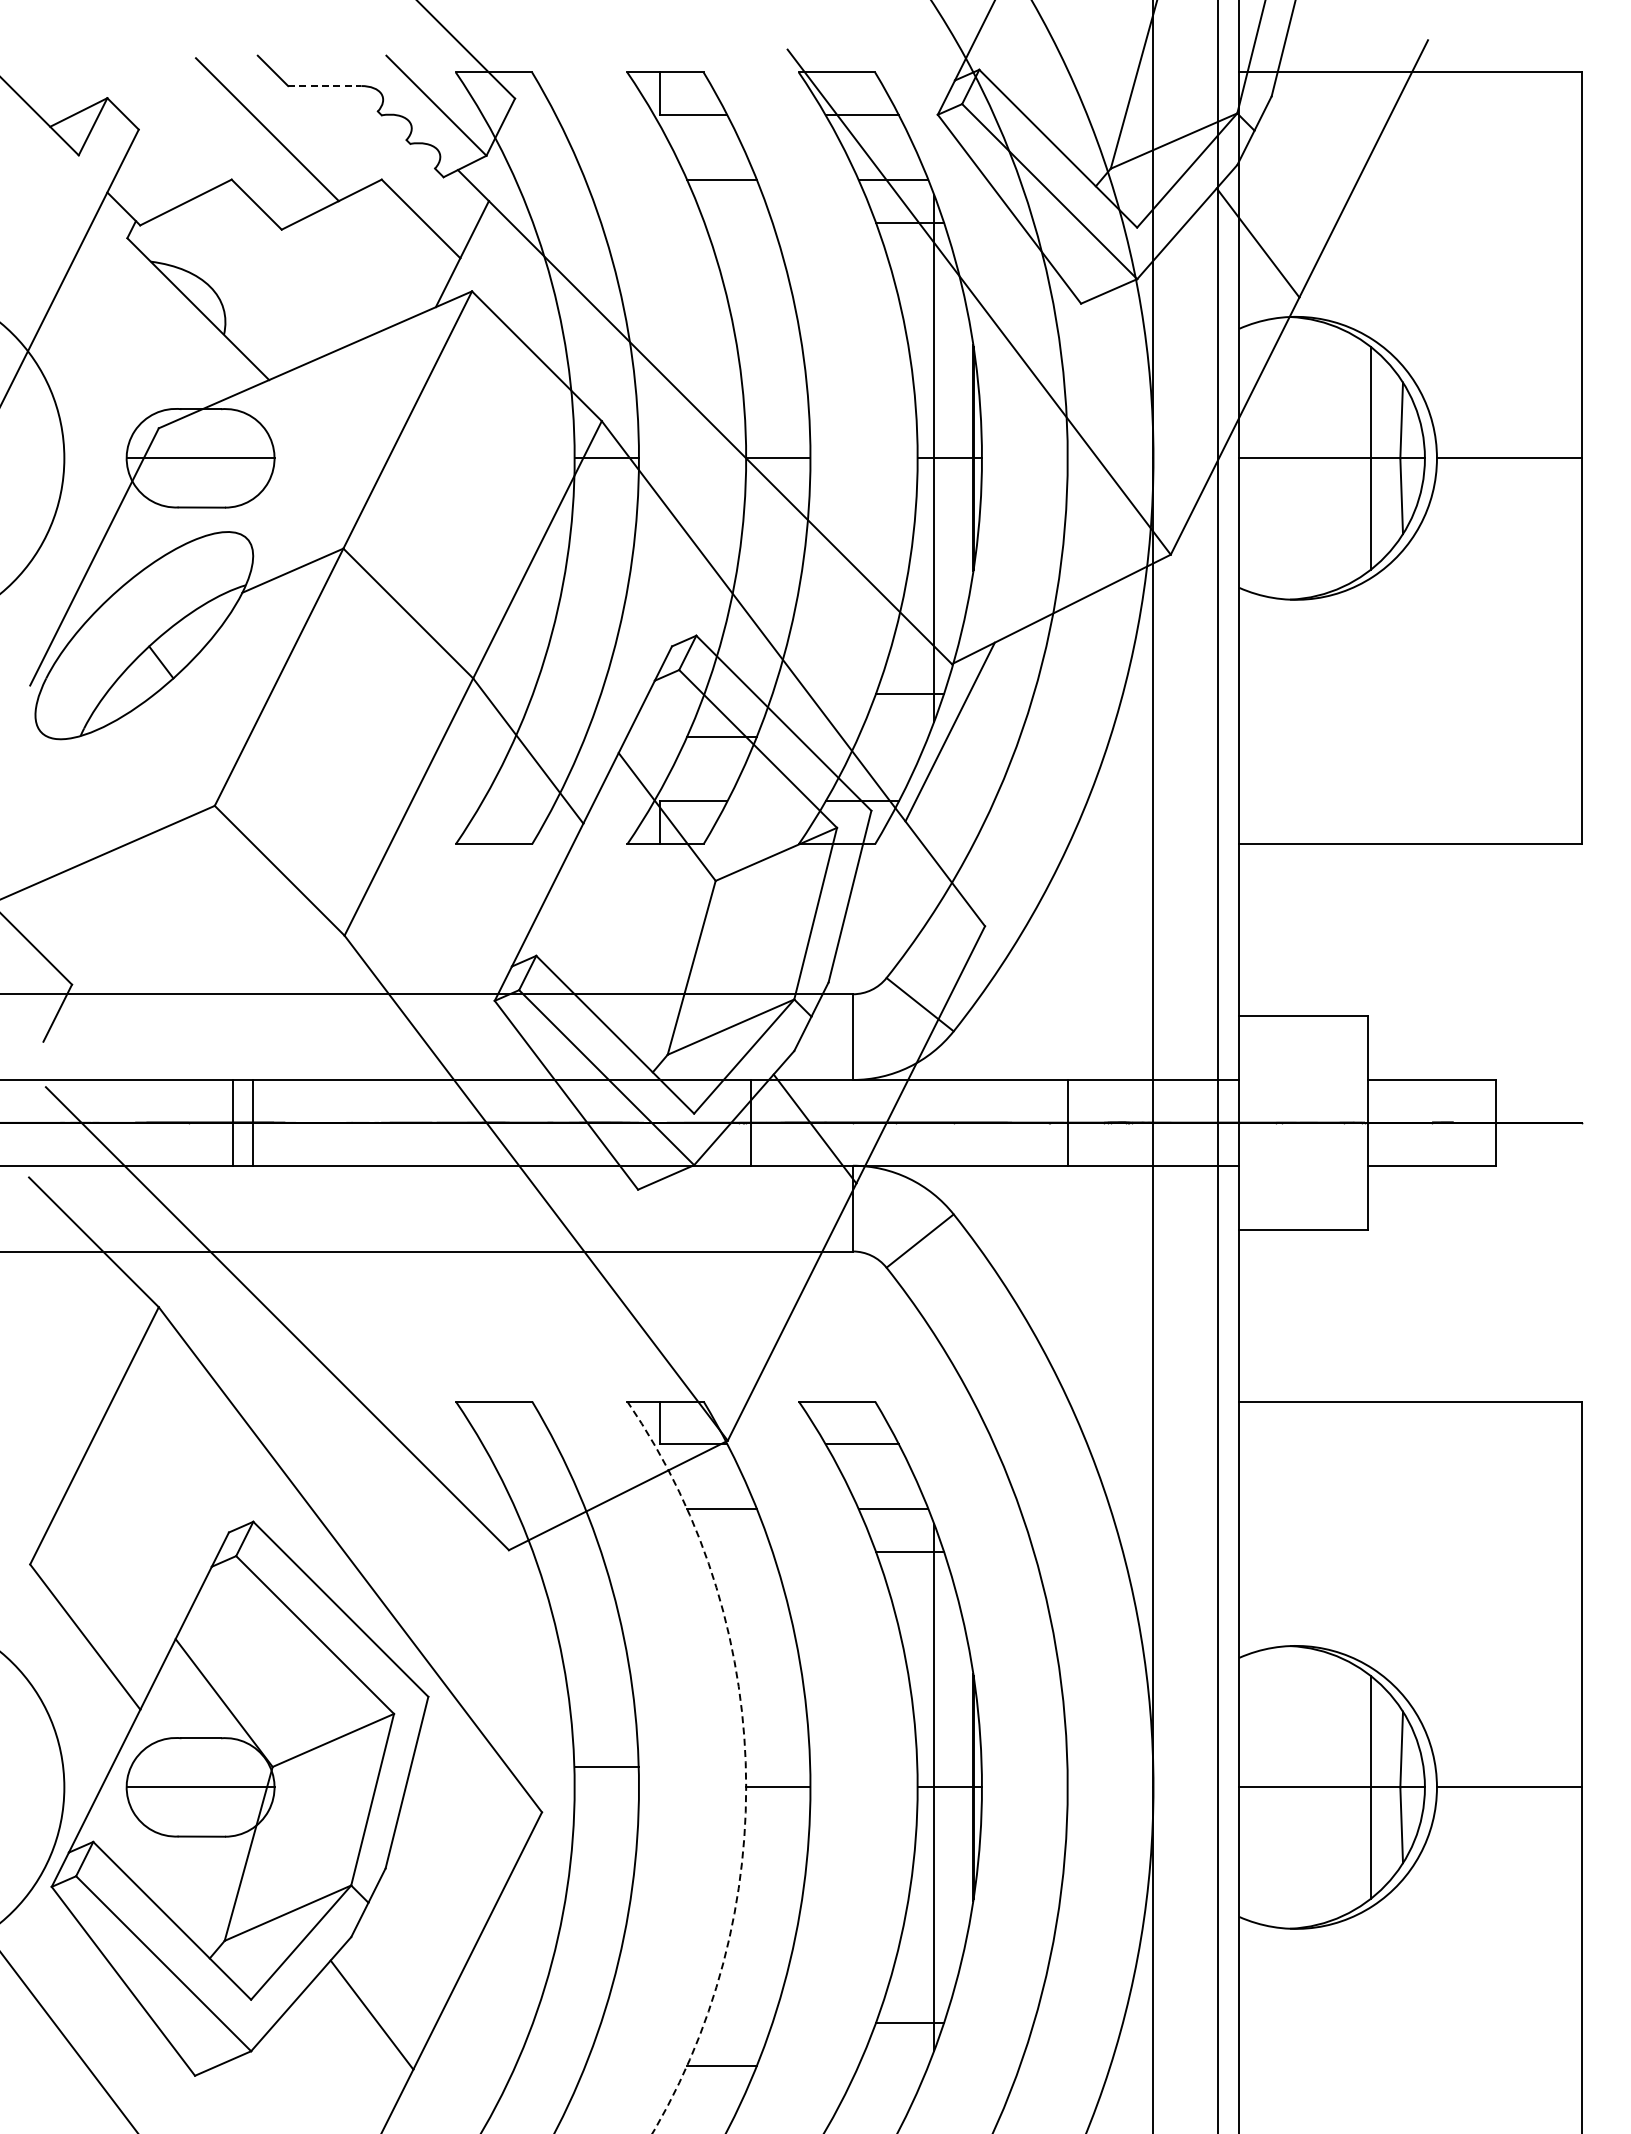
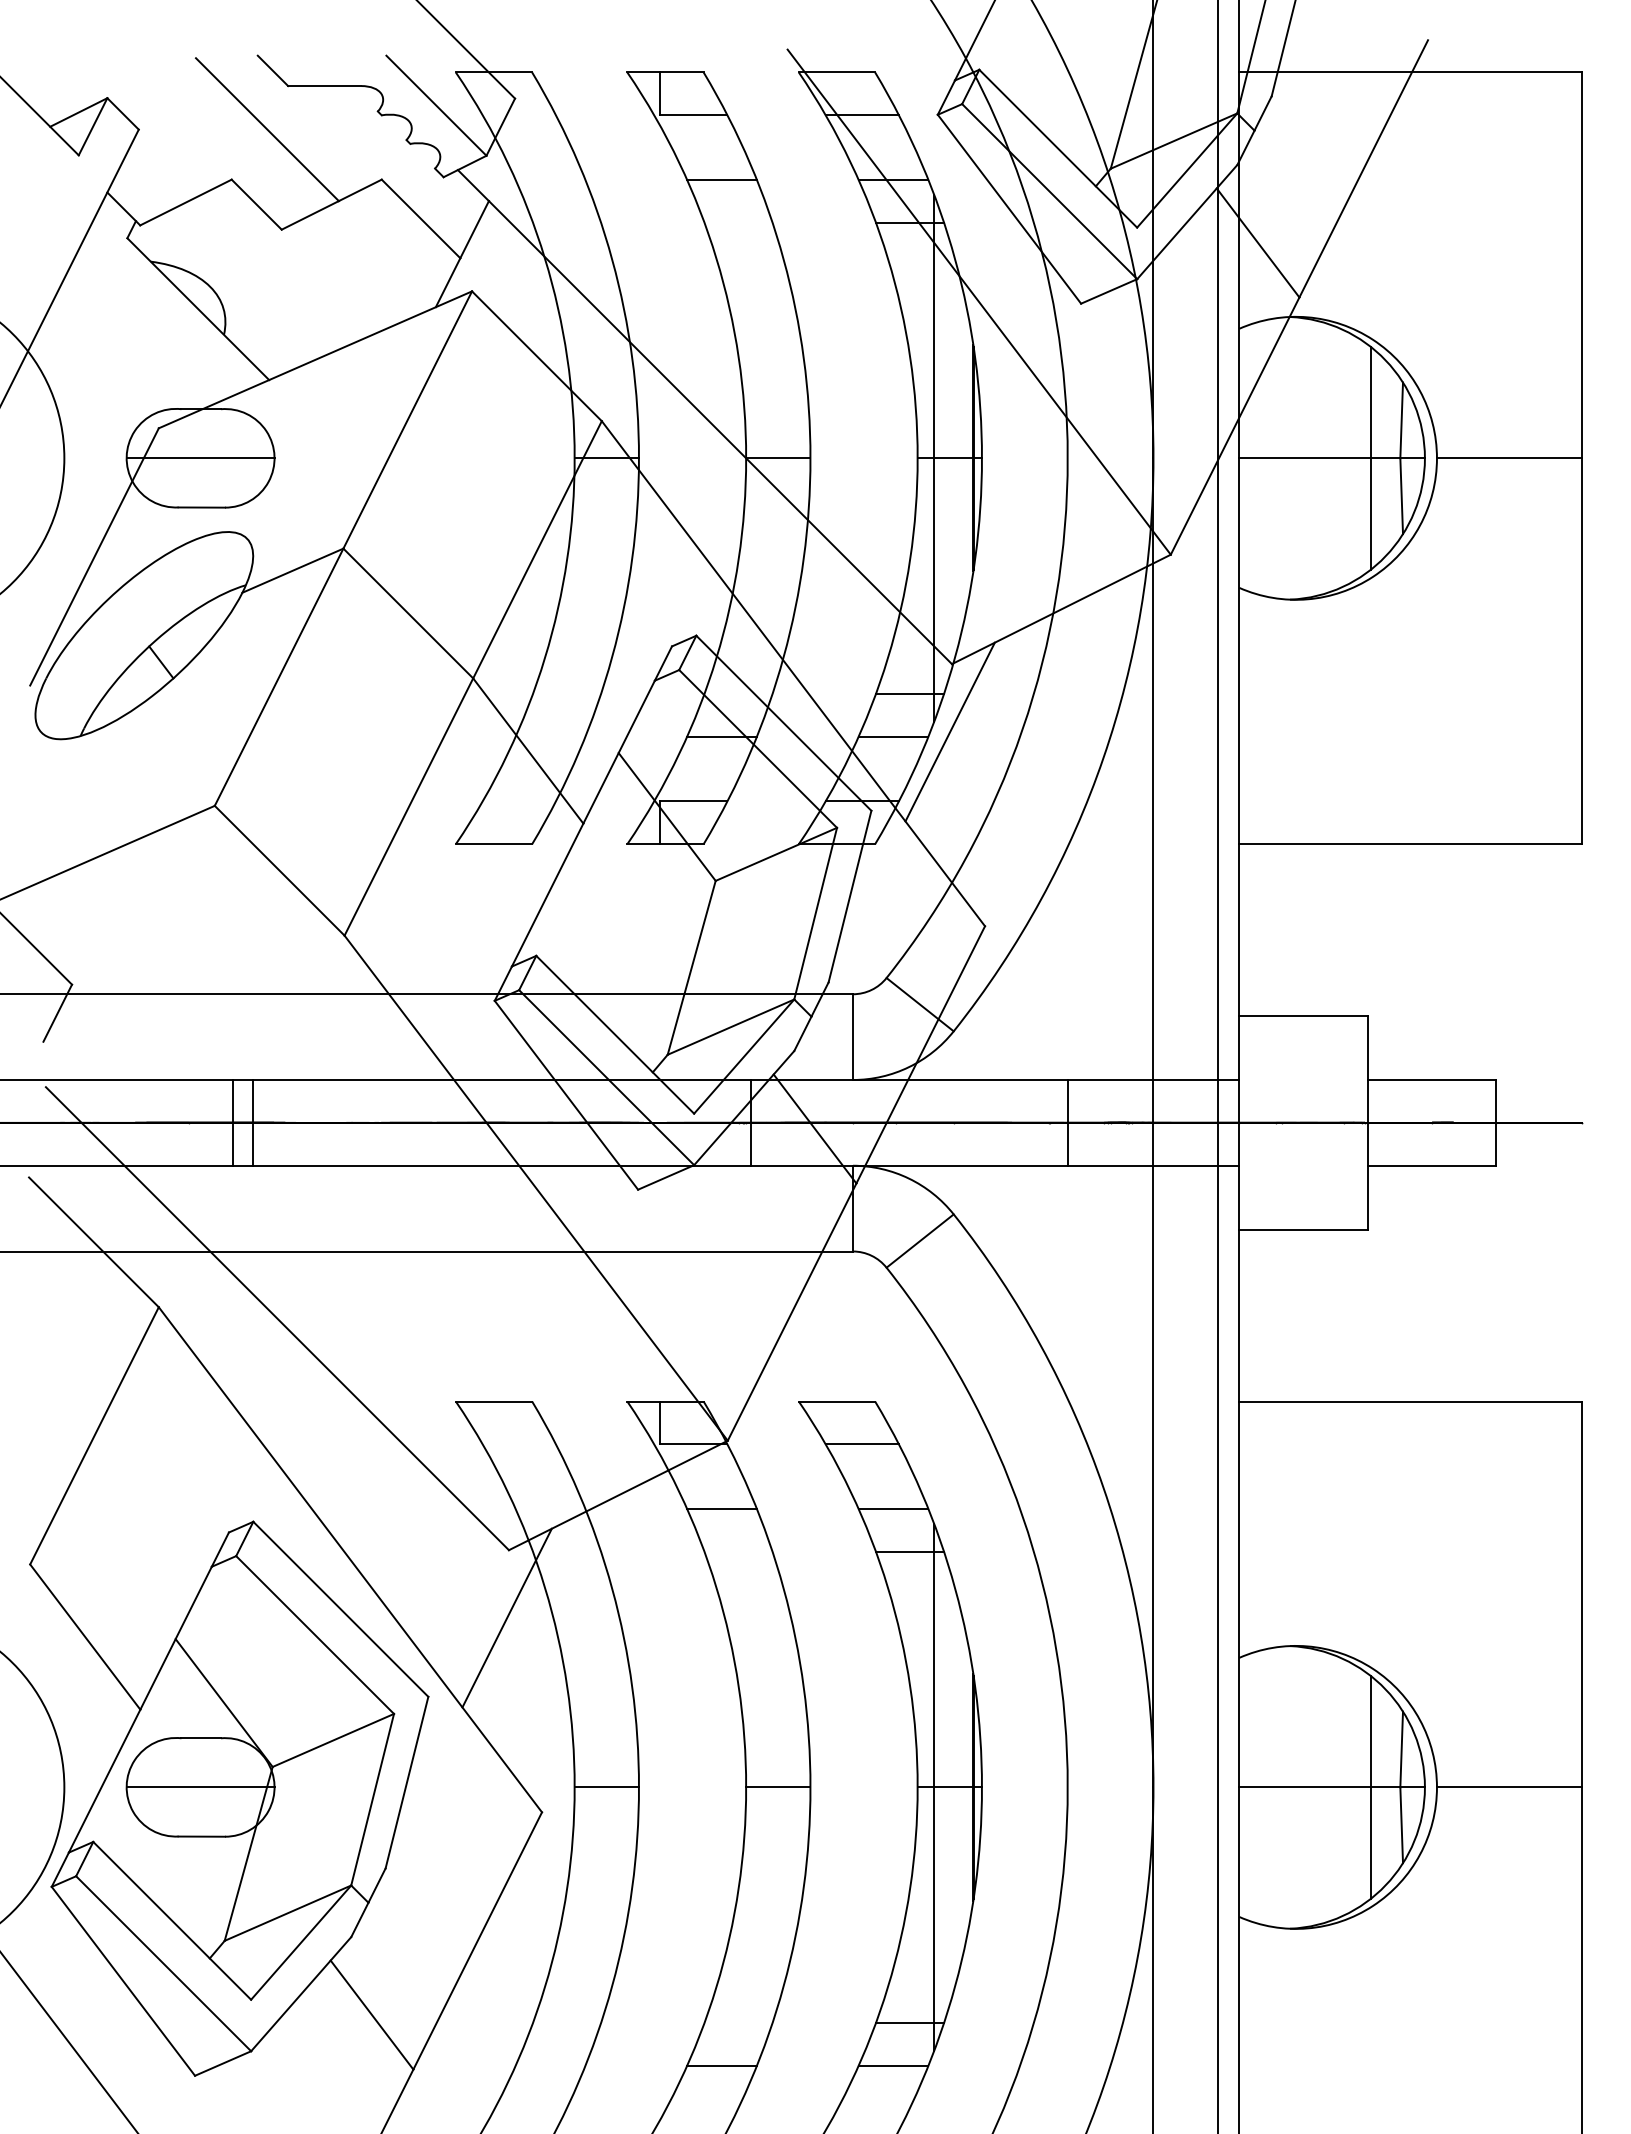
line at (324, 86): dashed -> solid
line at (893, 737): none -> present
line at (506, 1617): none -> present
arc at (745, 1764): dashed -> solid
line at (606, 1767) position: (606, 1767) -> (606, 1787)
line at (893, 2066): none -> present
